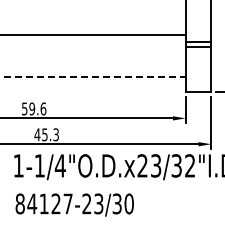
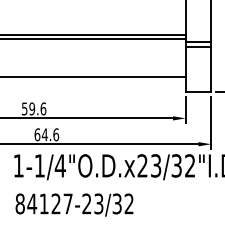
line at (93, 39): none -> present
line at (92, 77): dashed -> solid
text at (46, 134): 45.3 -> 64.6
text at (128, 203): 84127-23/30 -> 84127-23/32
